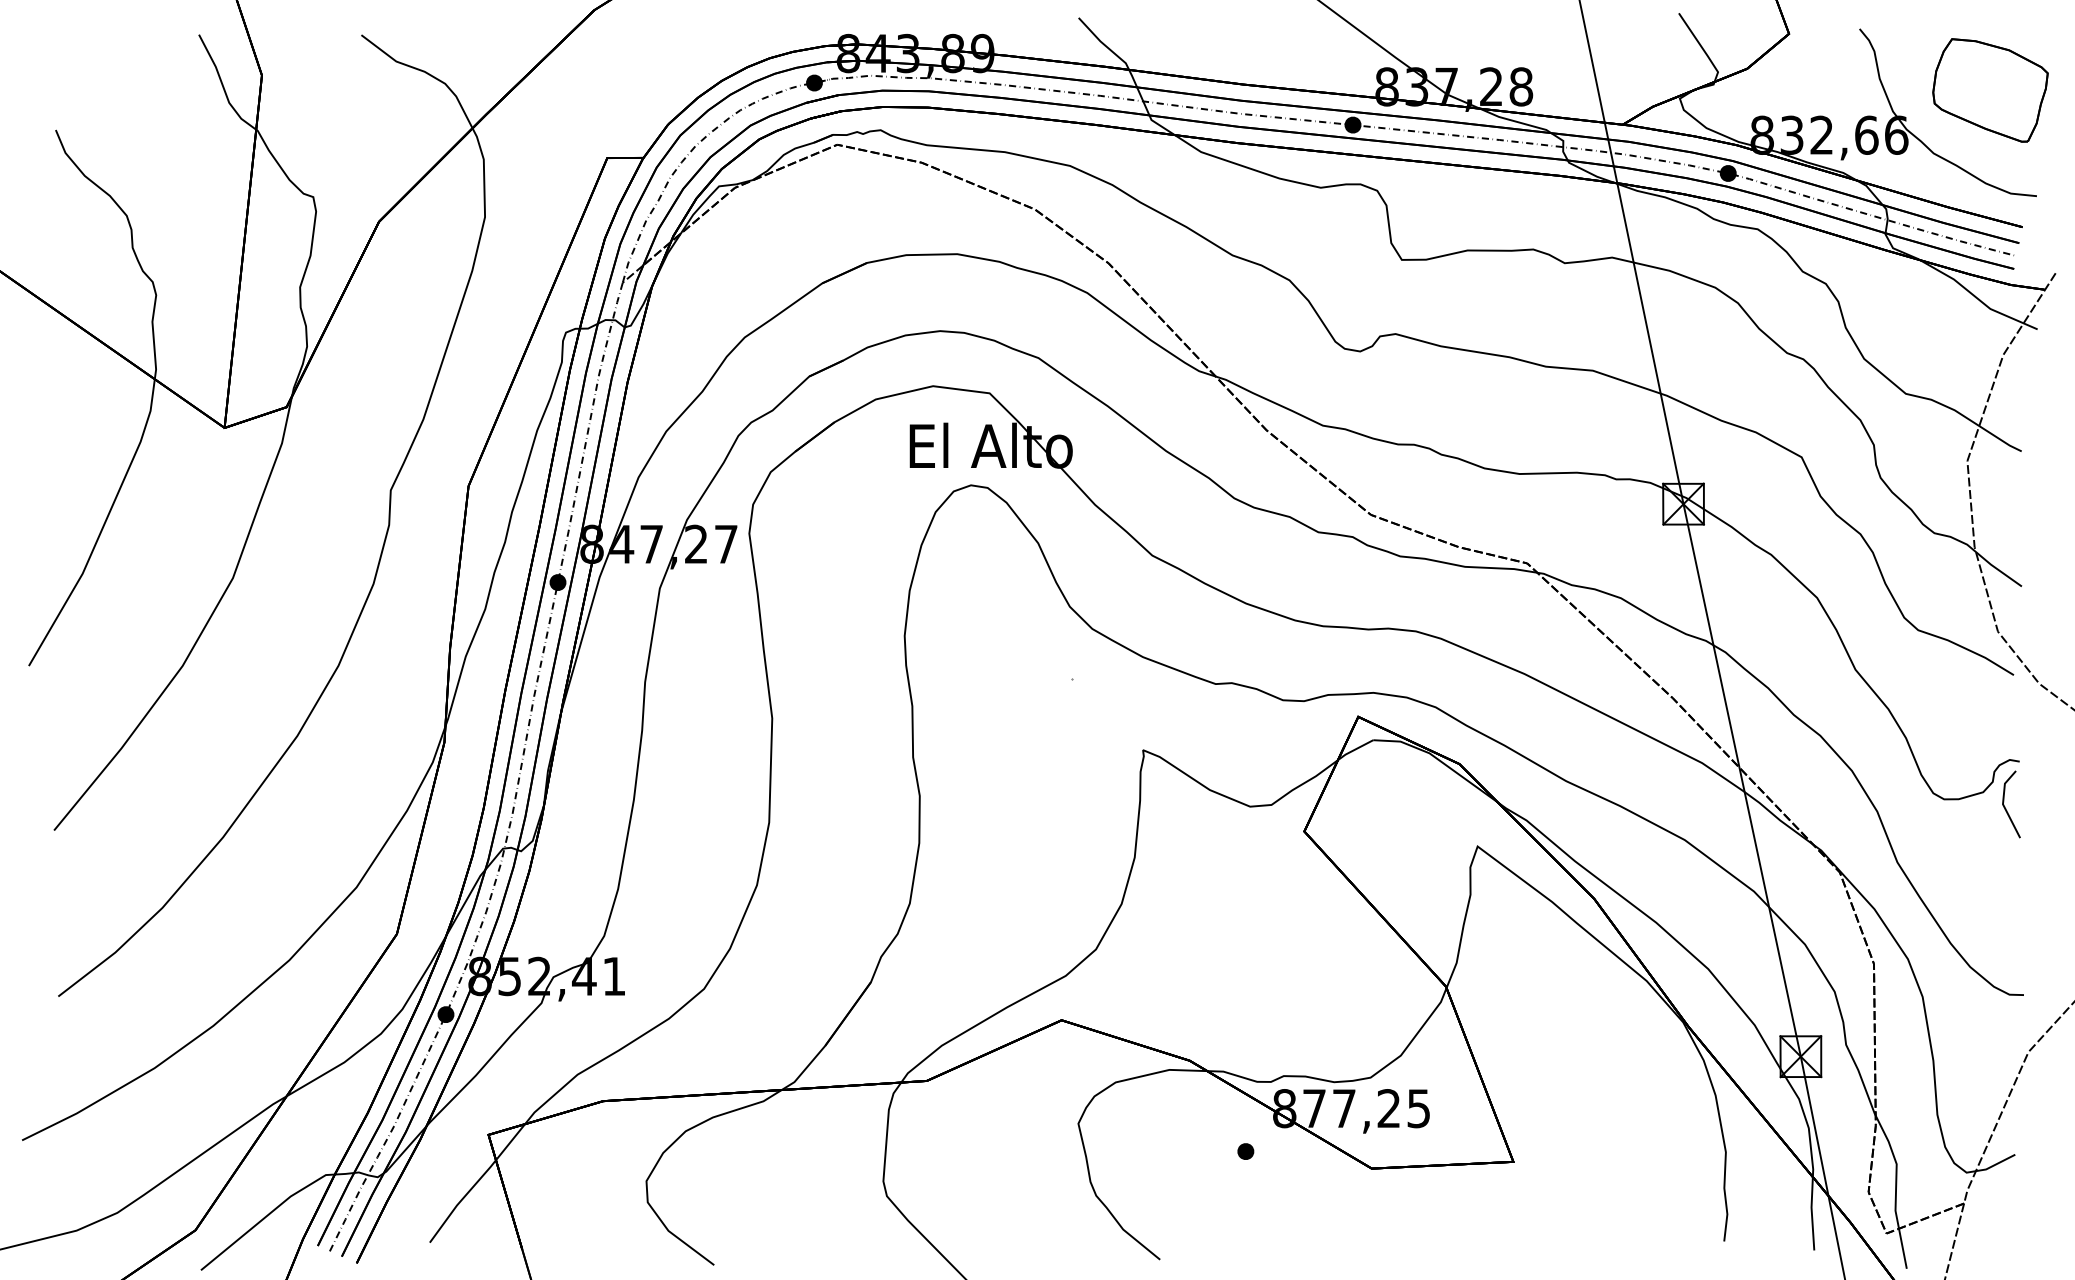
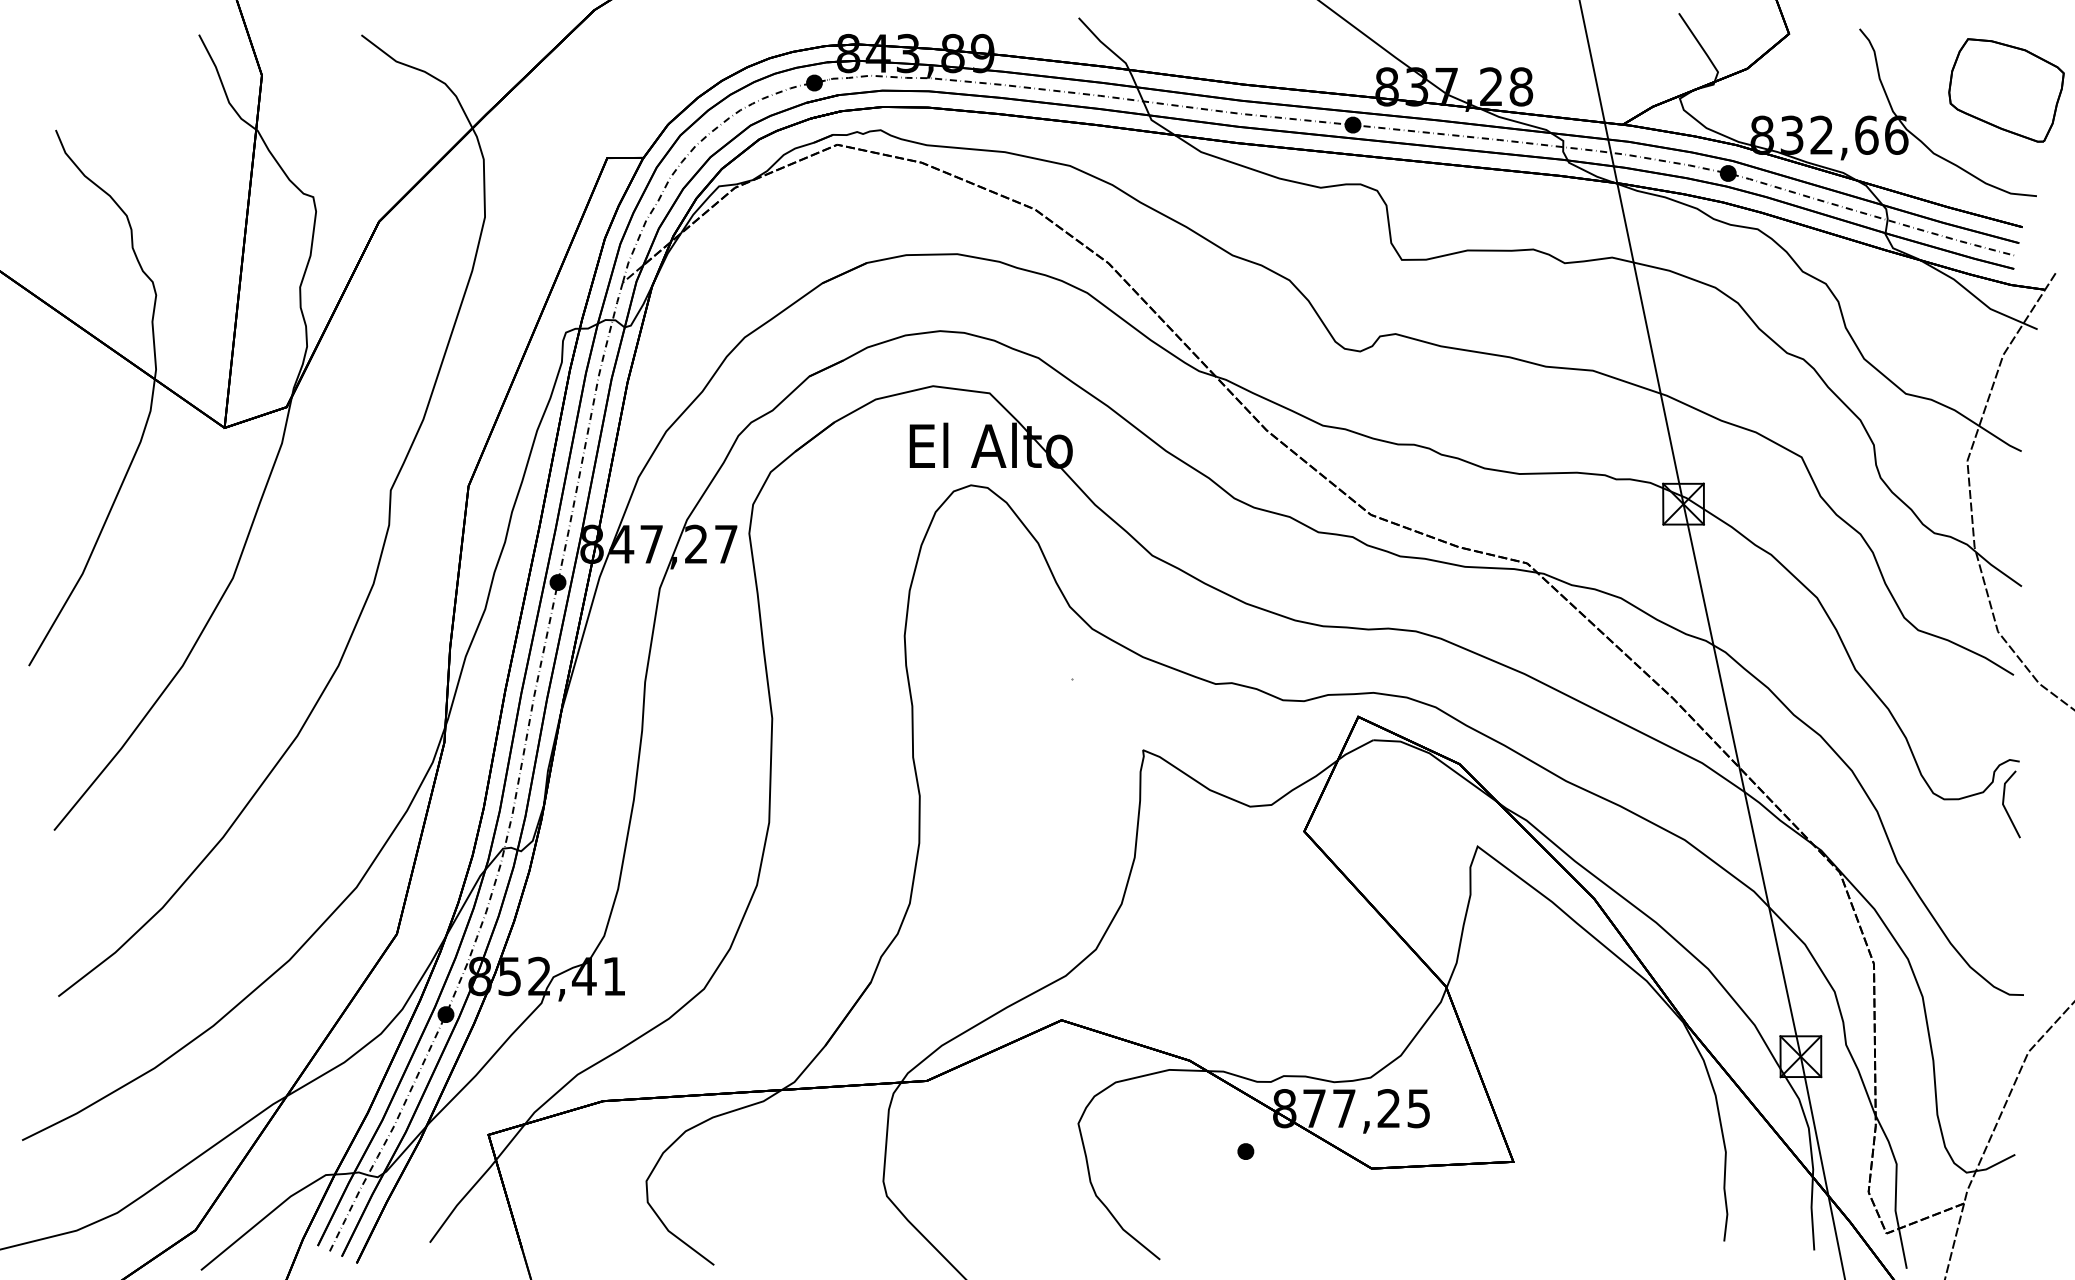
part at (1990, 90) position: (1990, 90) -> (2006, 90)
